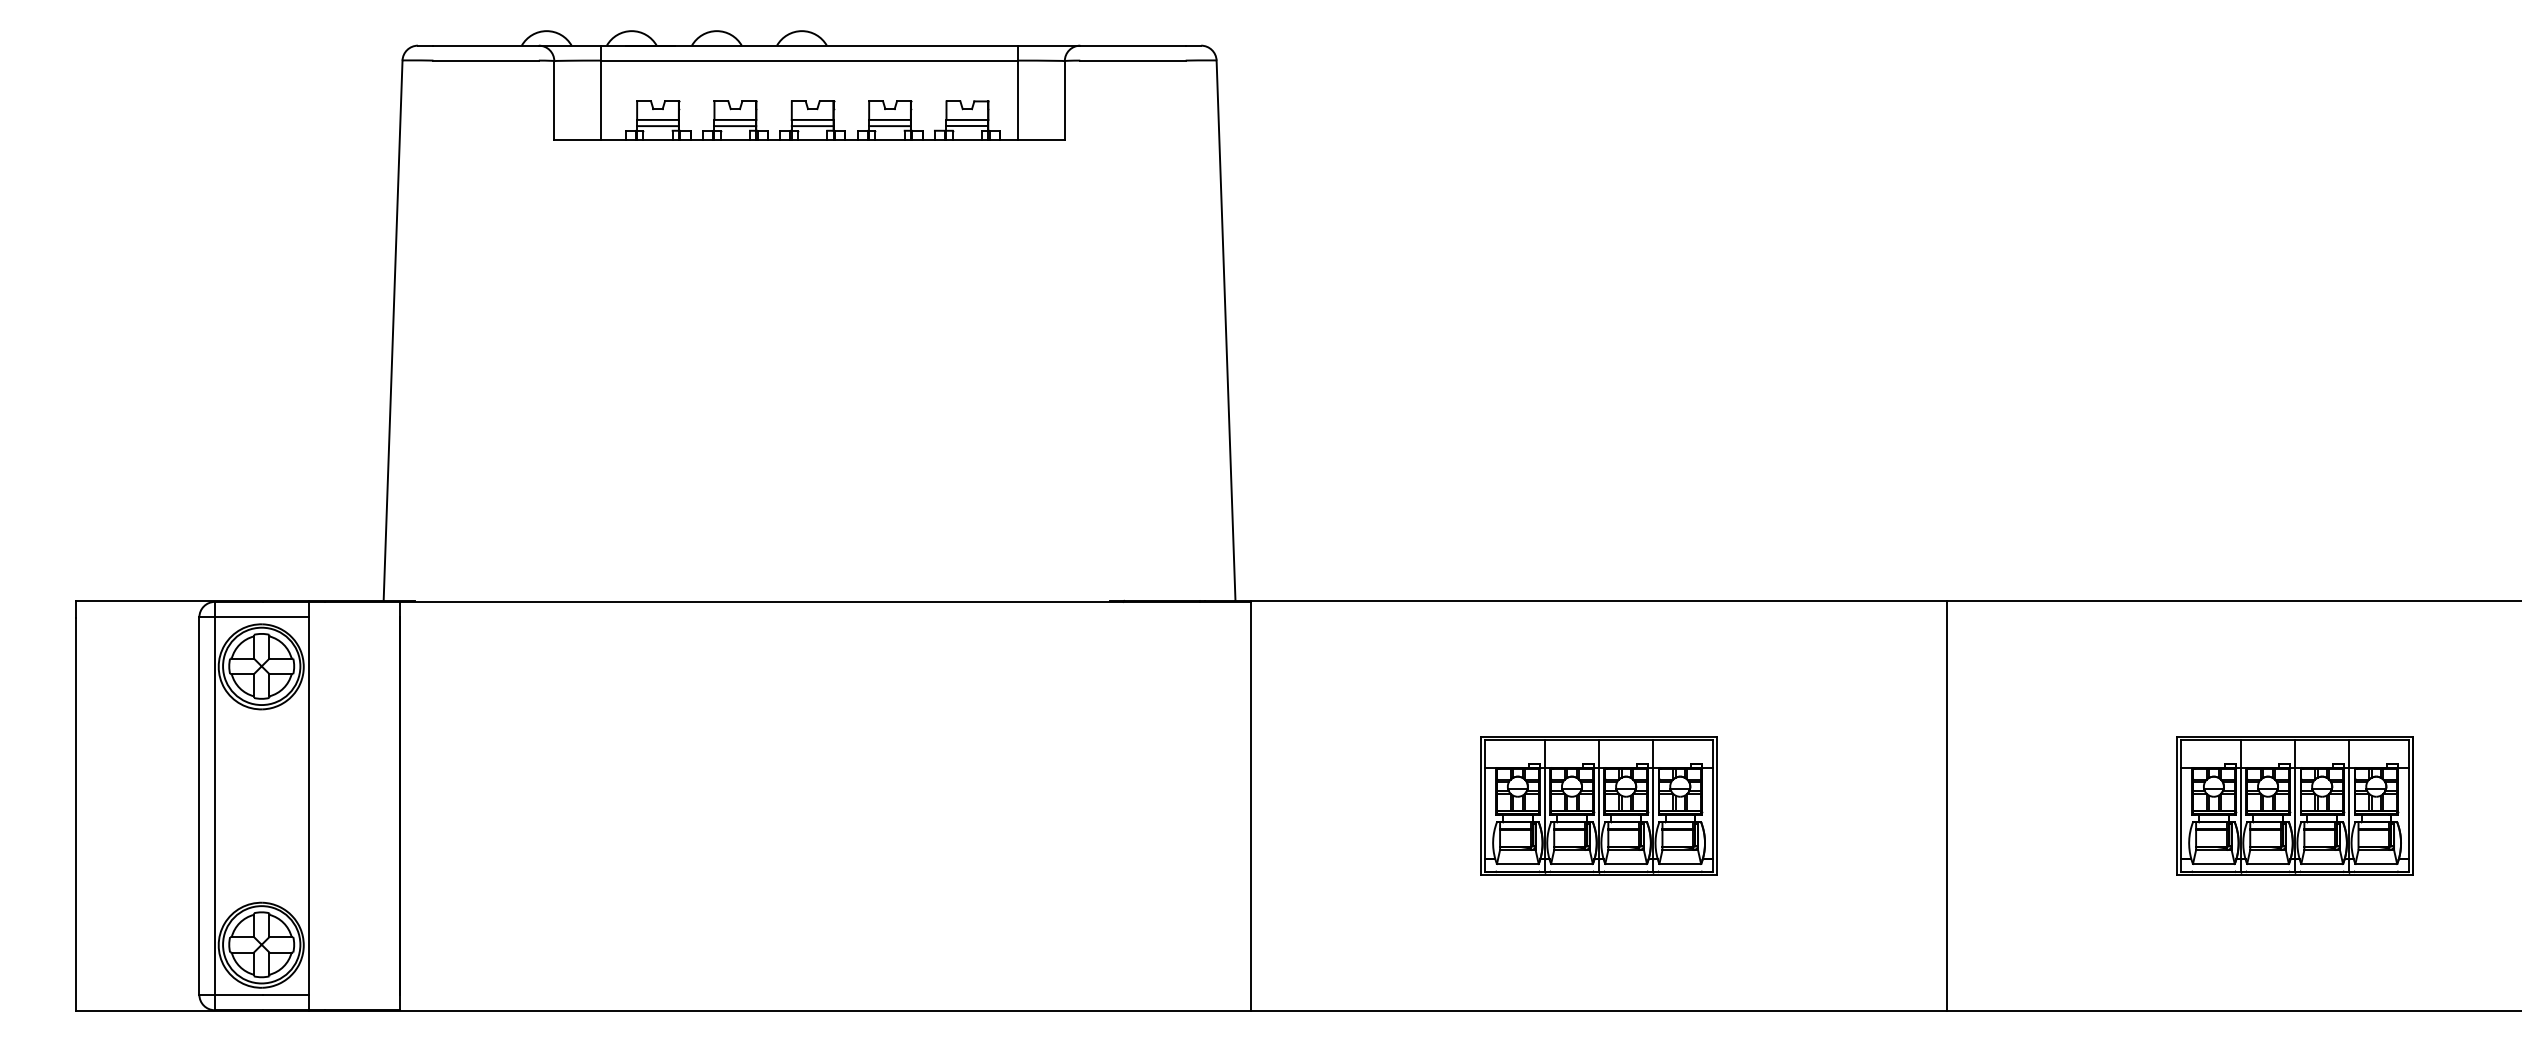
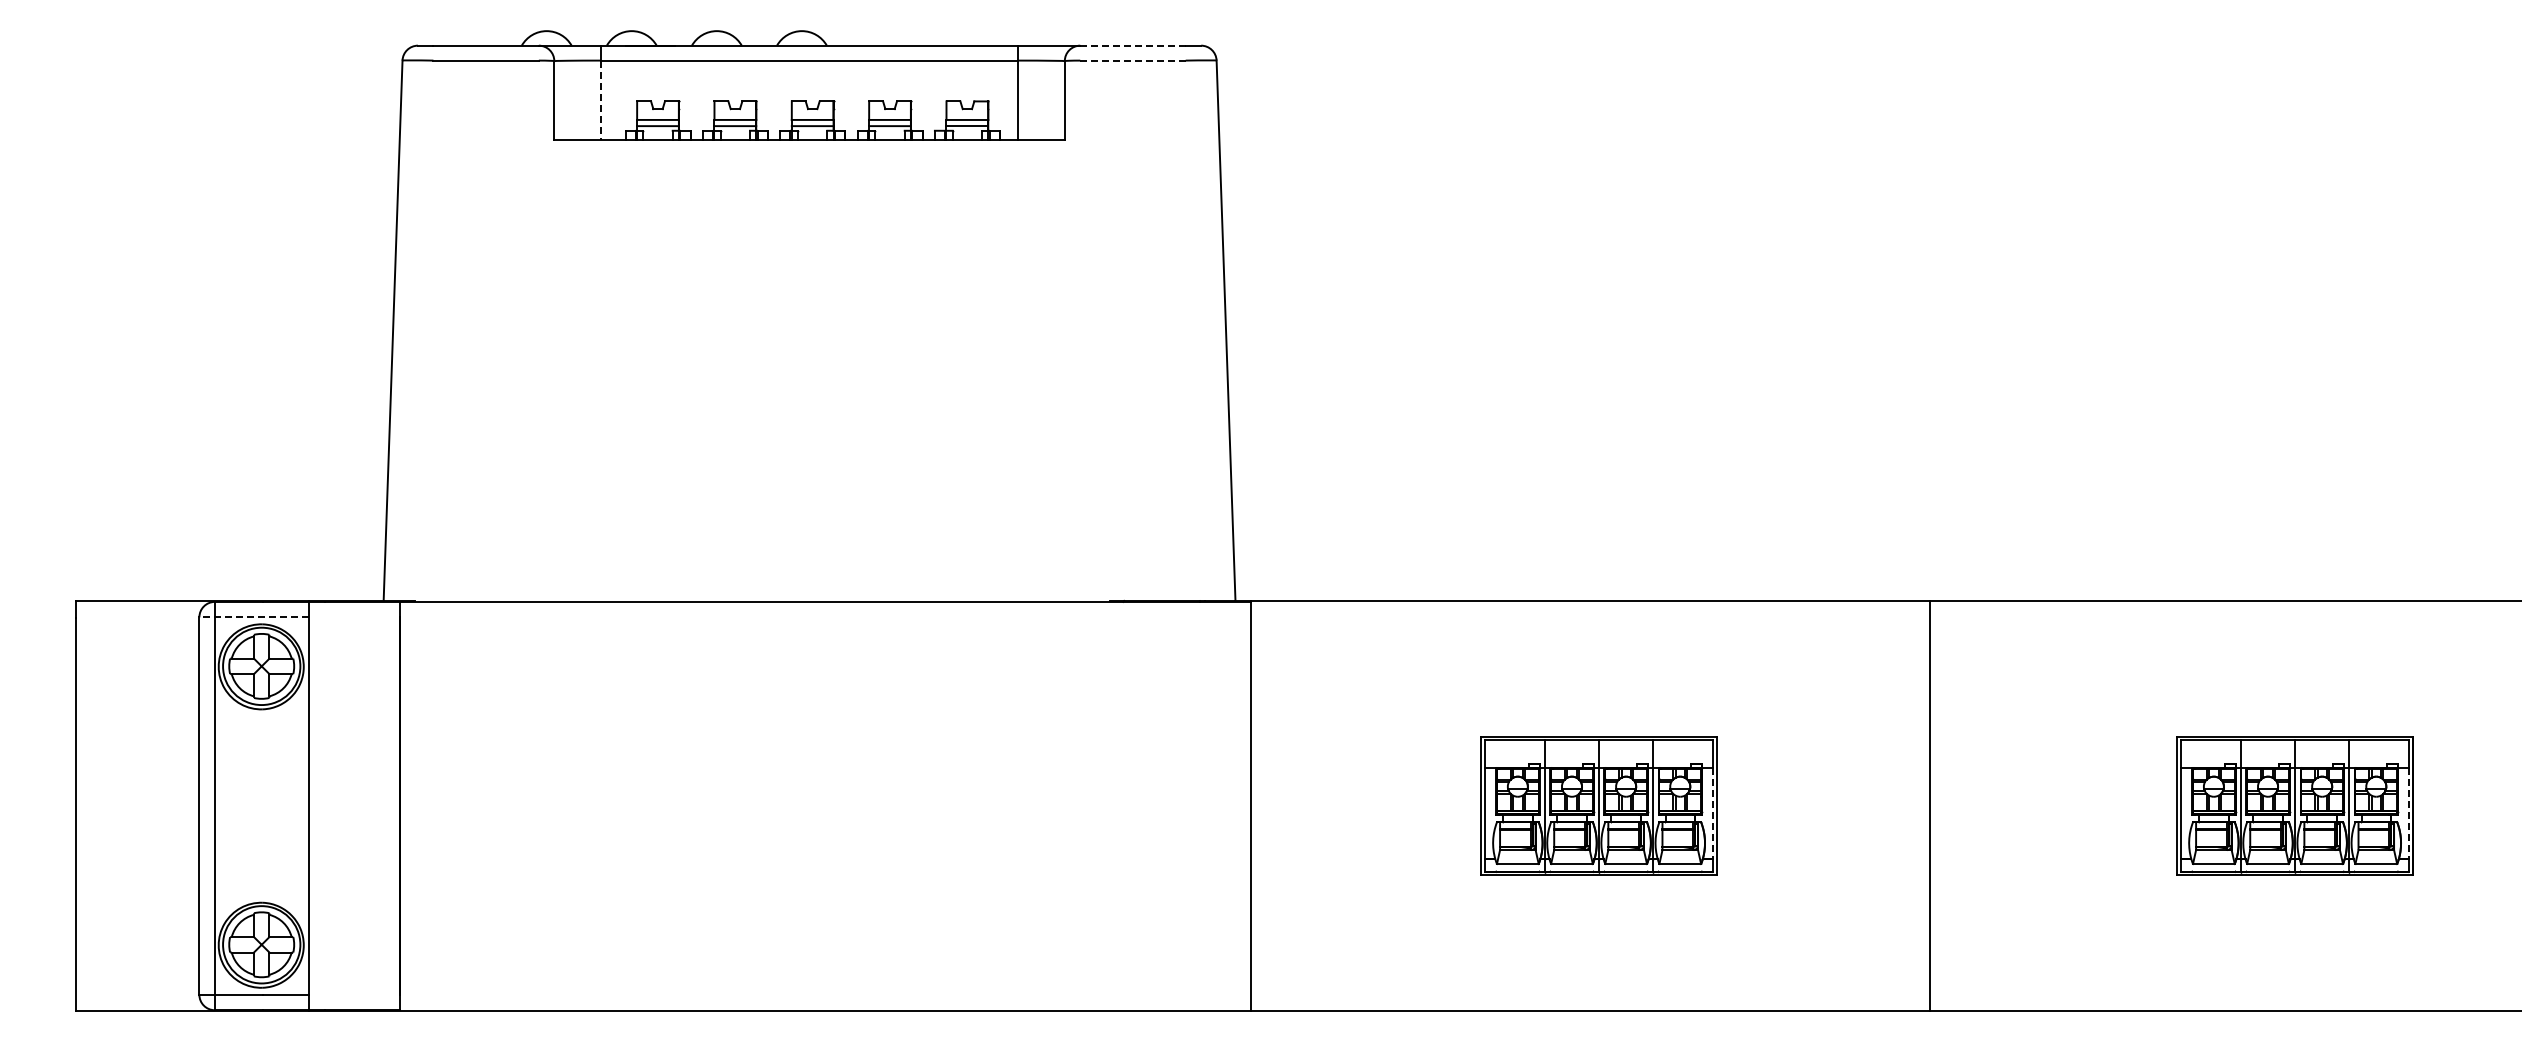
line at (1132, 45): solid -> dashed
line at (1132, 60): solid -> dashed
line at (600, 100): solid -> dashed
line at (254, 617): solid -> dashed
line at (1947, 805) position: (1947, 805) -> (1930, 805)
line at (1712, 813): solid -> dashed
line at (2408, 813): solid -> dashed
